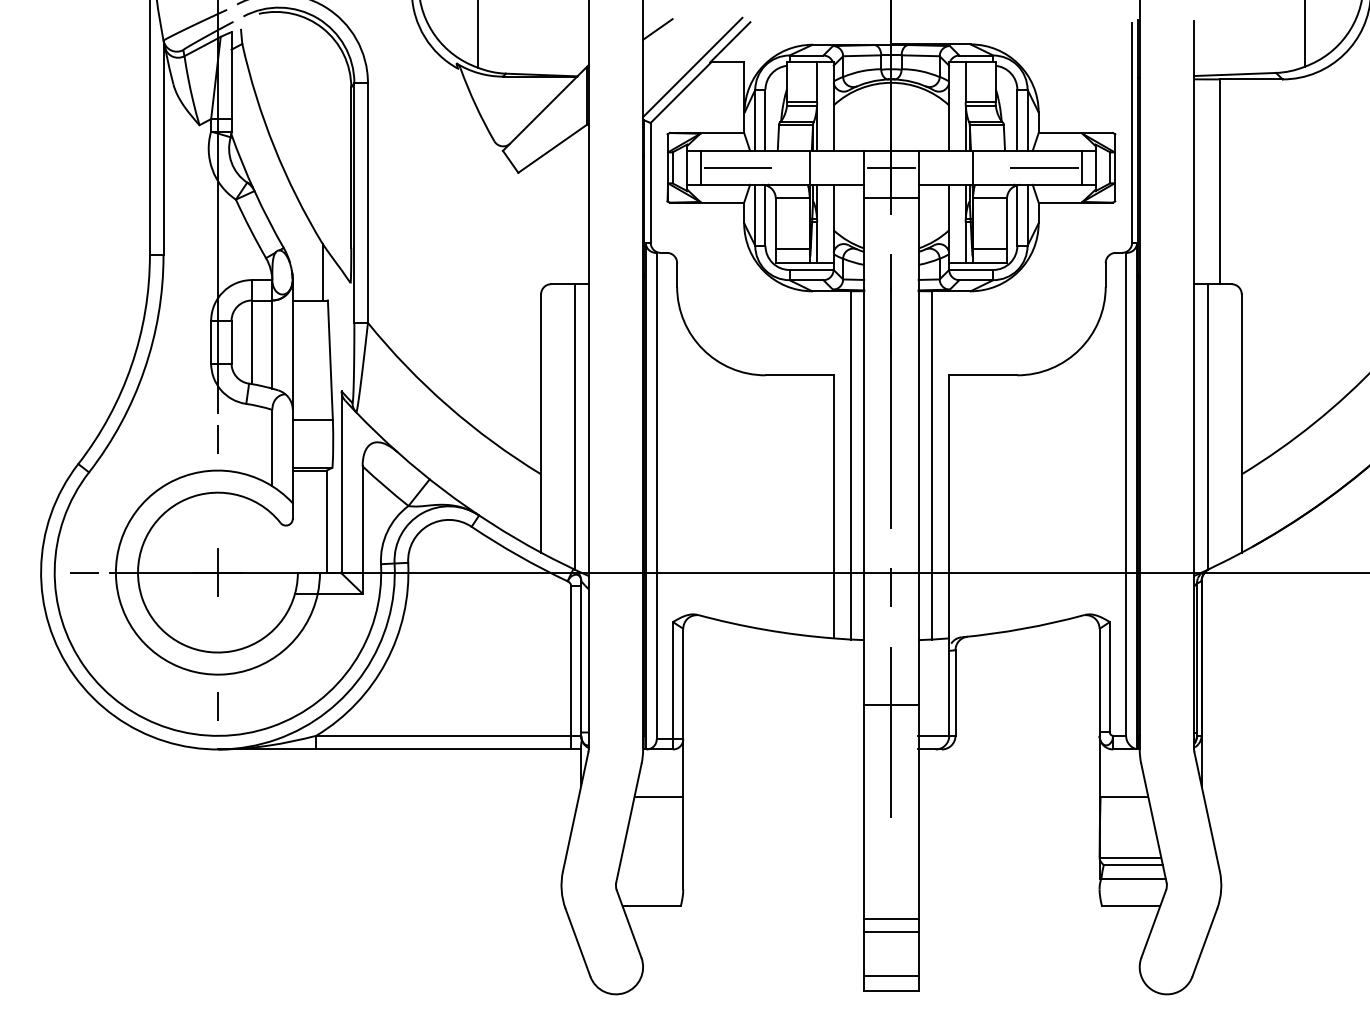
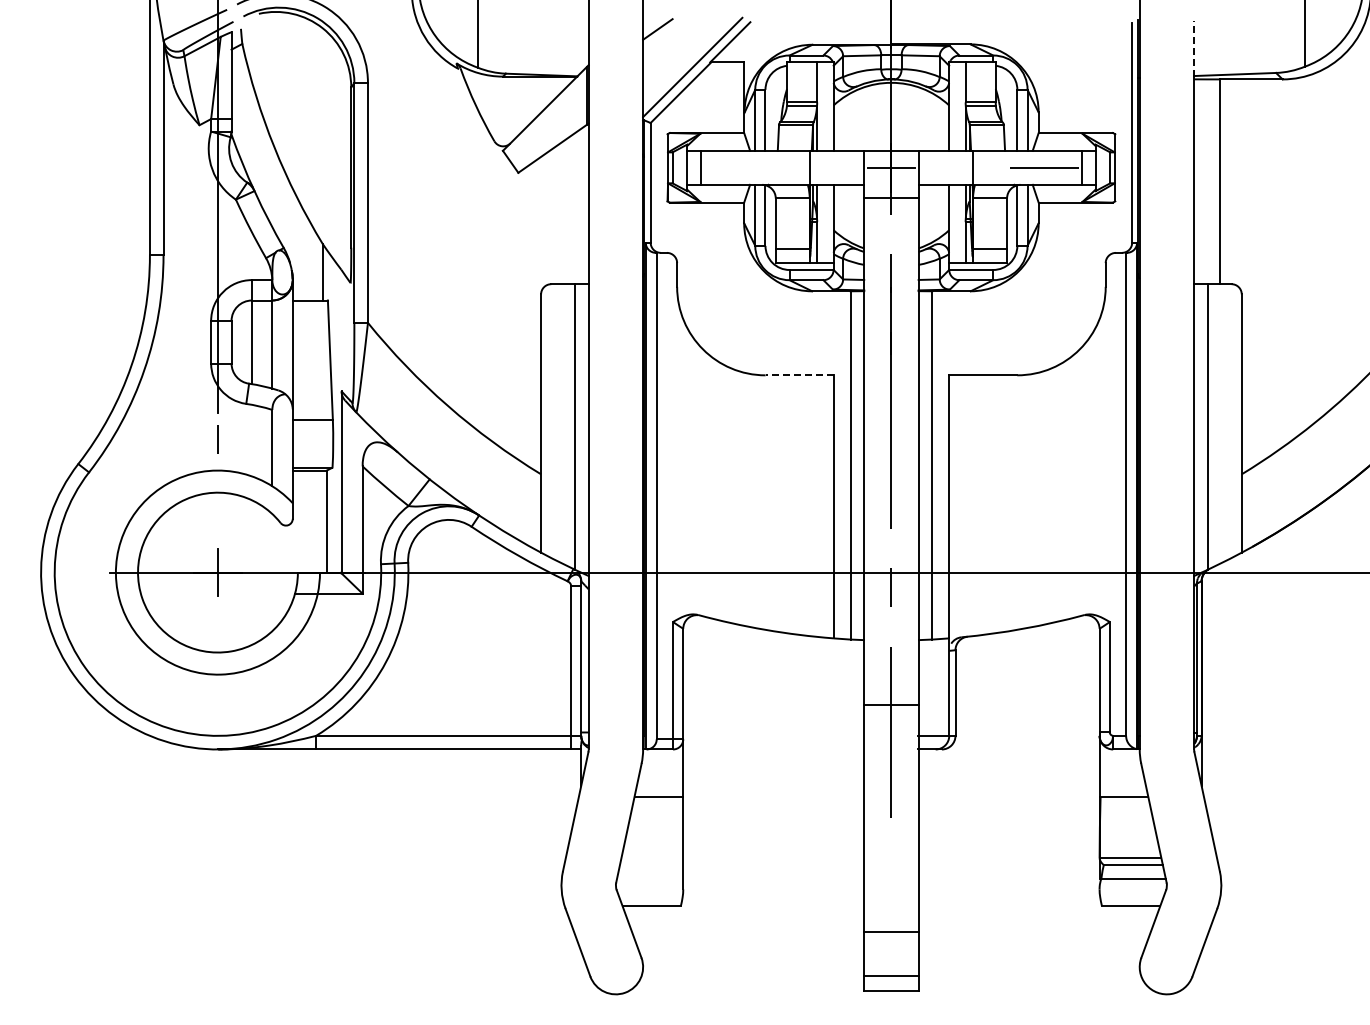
line at (1194, 48): solid -> dashed
line at (738, 167): present -> none
line at (799, 375): solid -> dashed
line at (84, 572): present -> none
line at (217, 706): present -> none
line at (891, 918): present -> none
